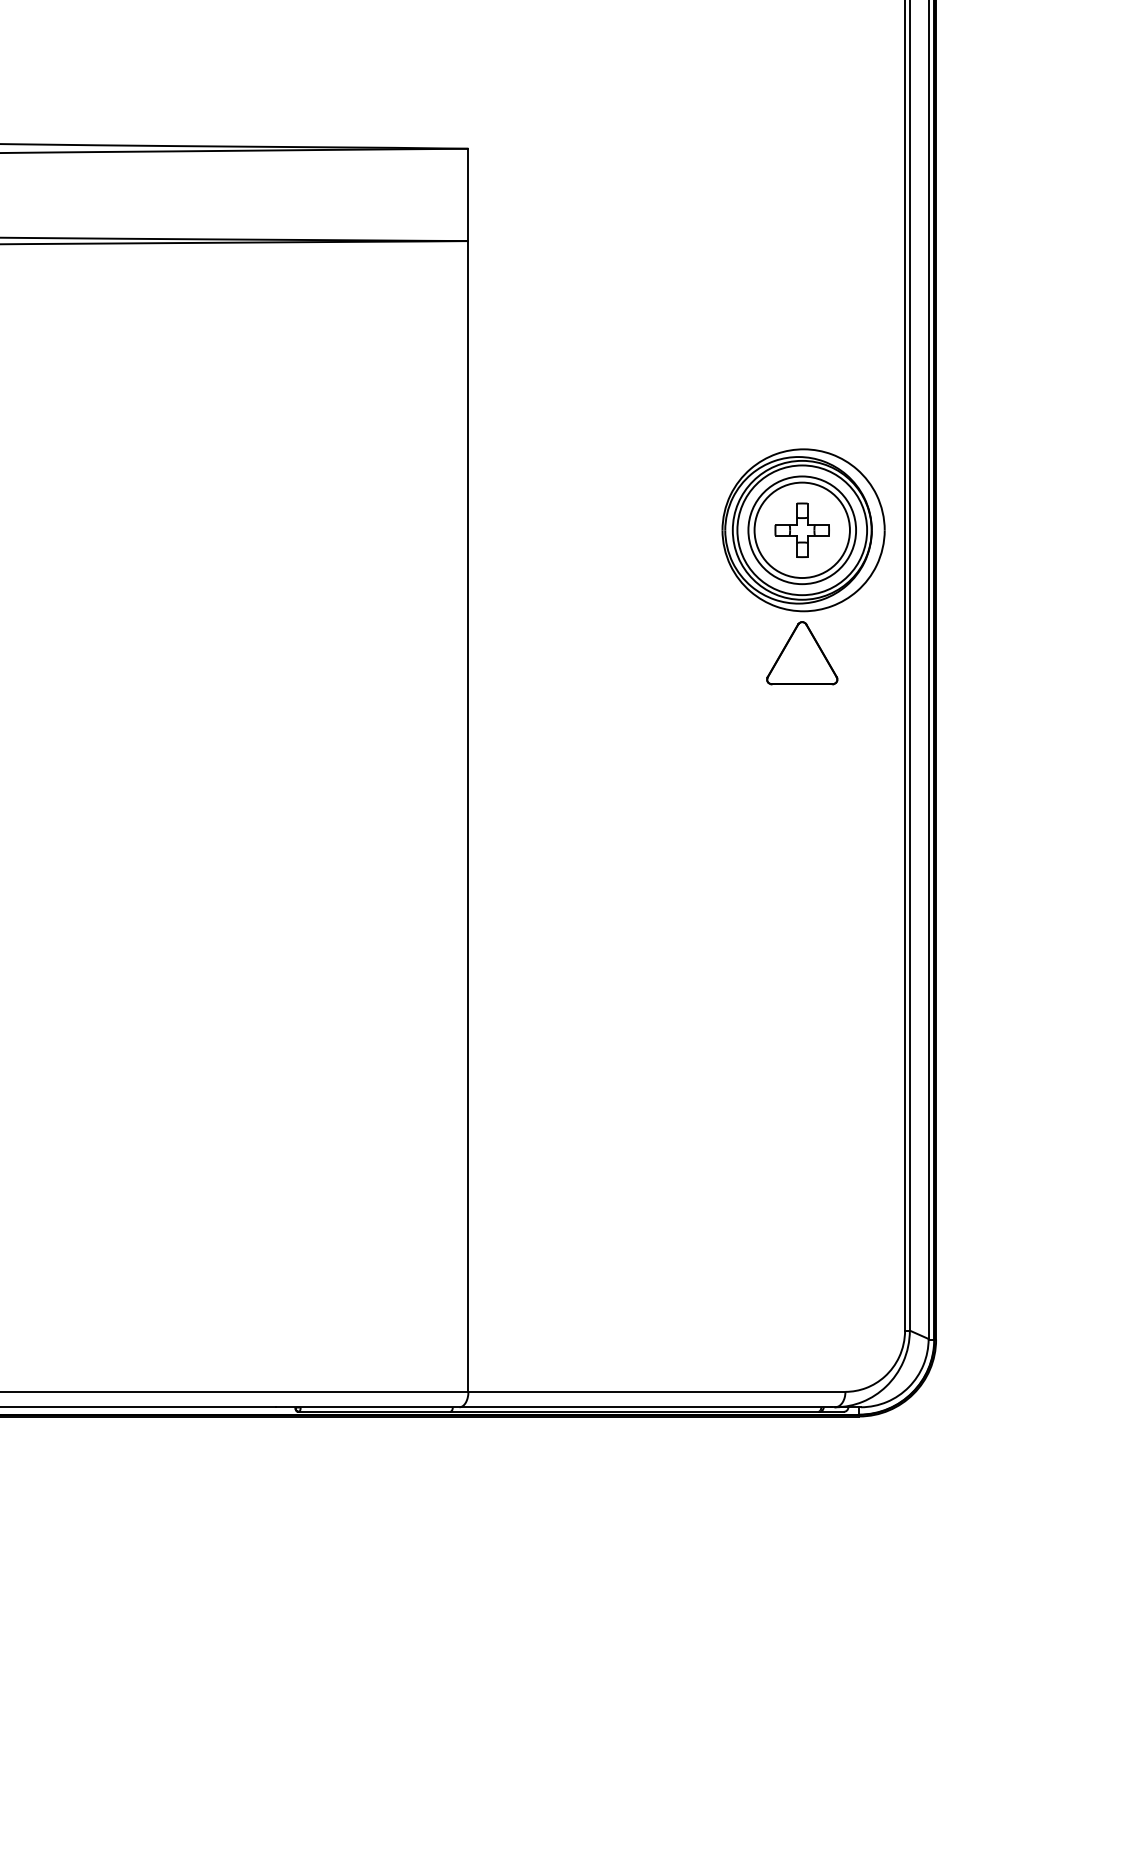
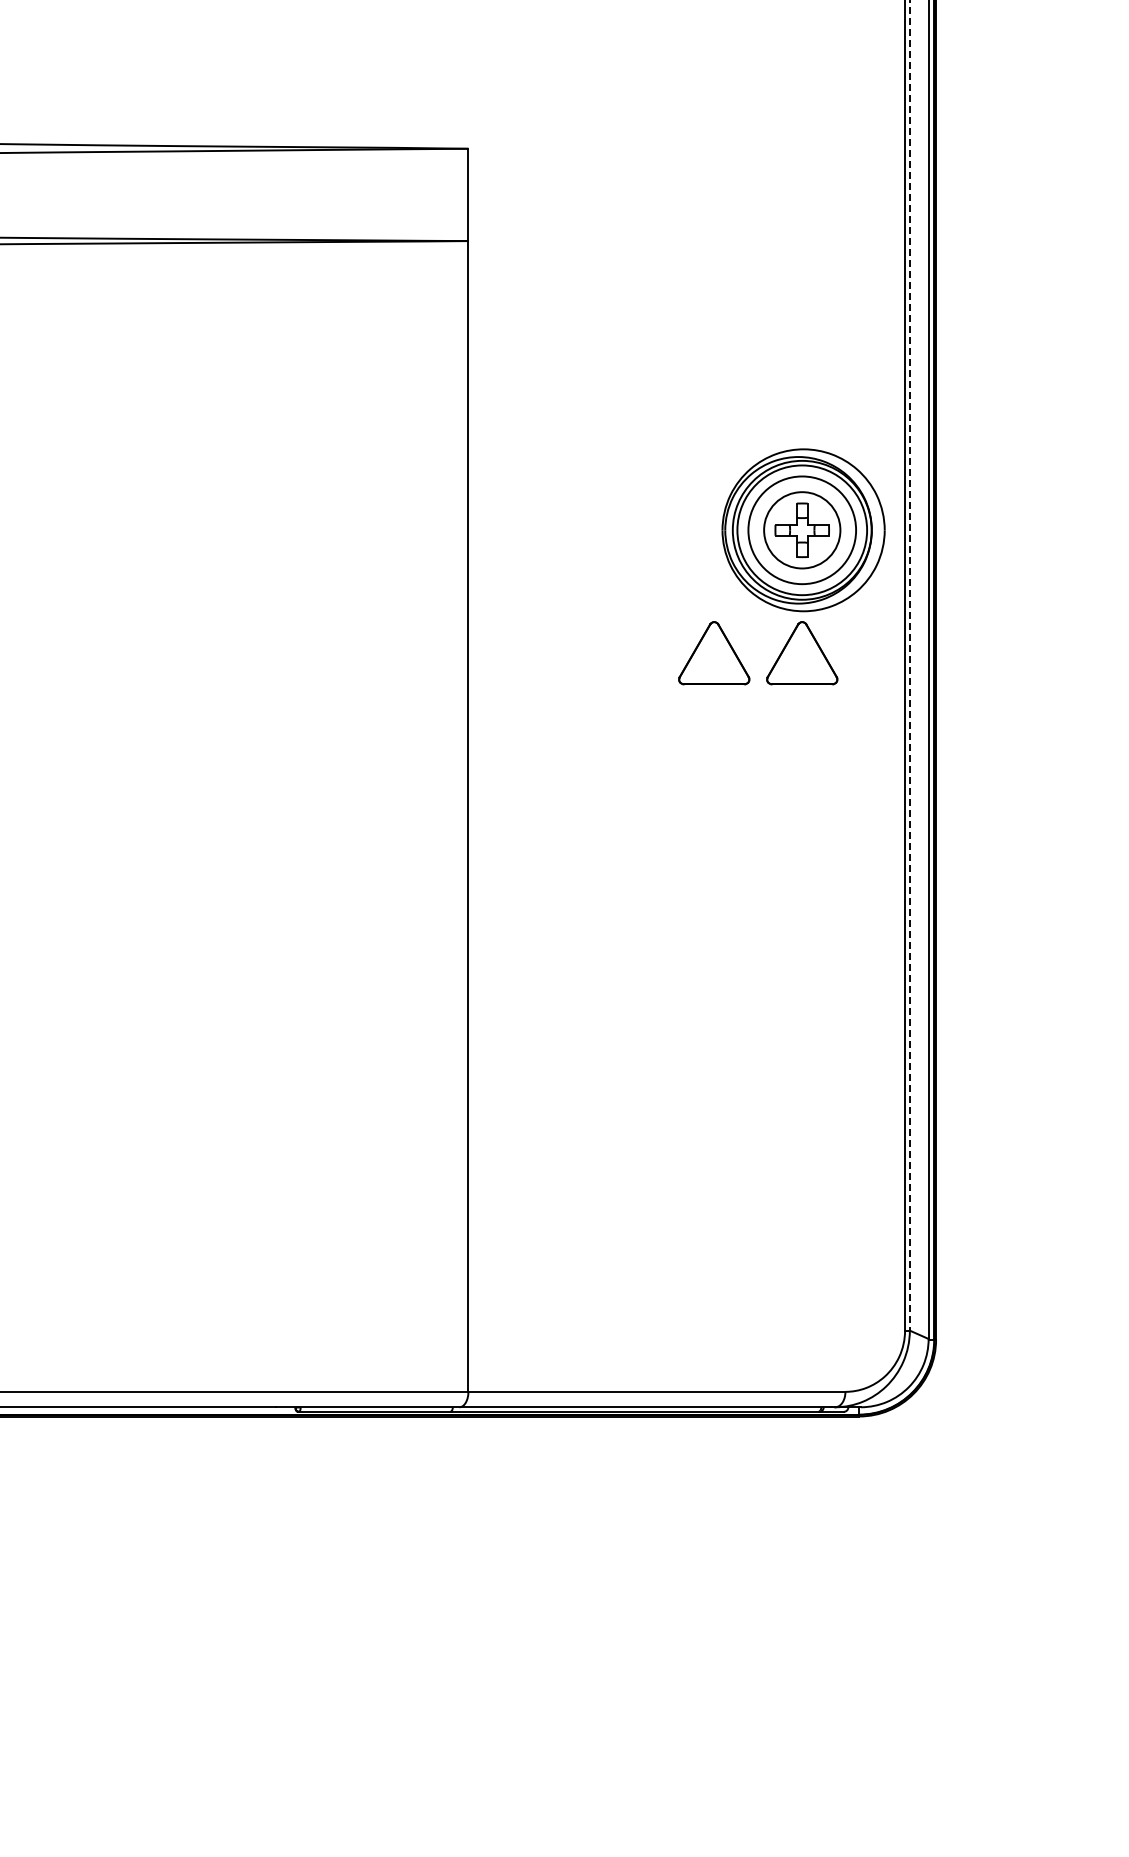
circle at (801, 530) diameter: 95 px -> 76 px
part at (714, 653): none -> present
line at (909, 666): solid -> dashed
